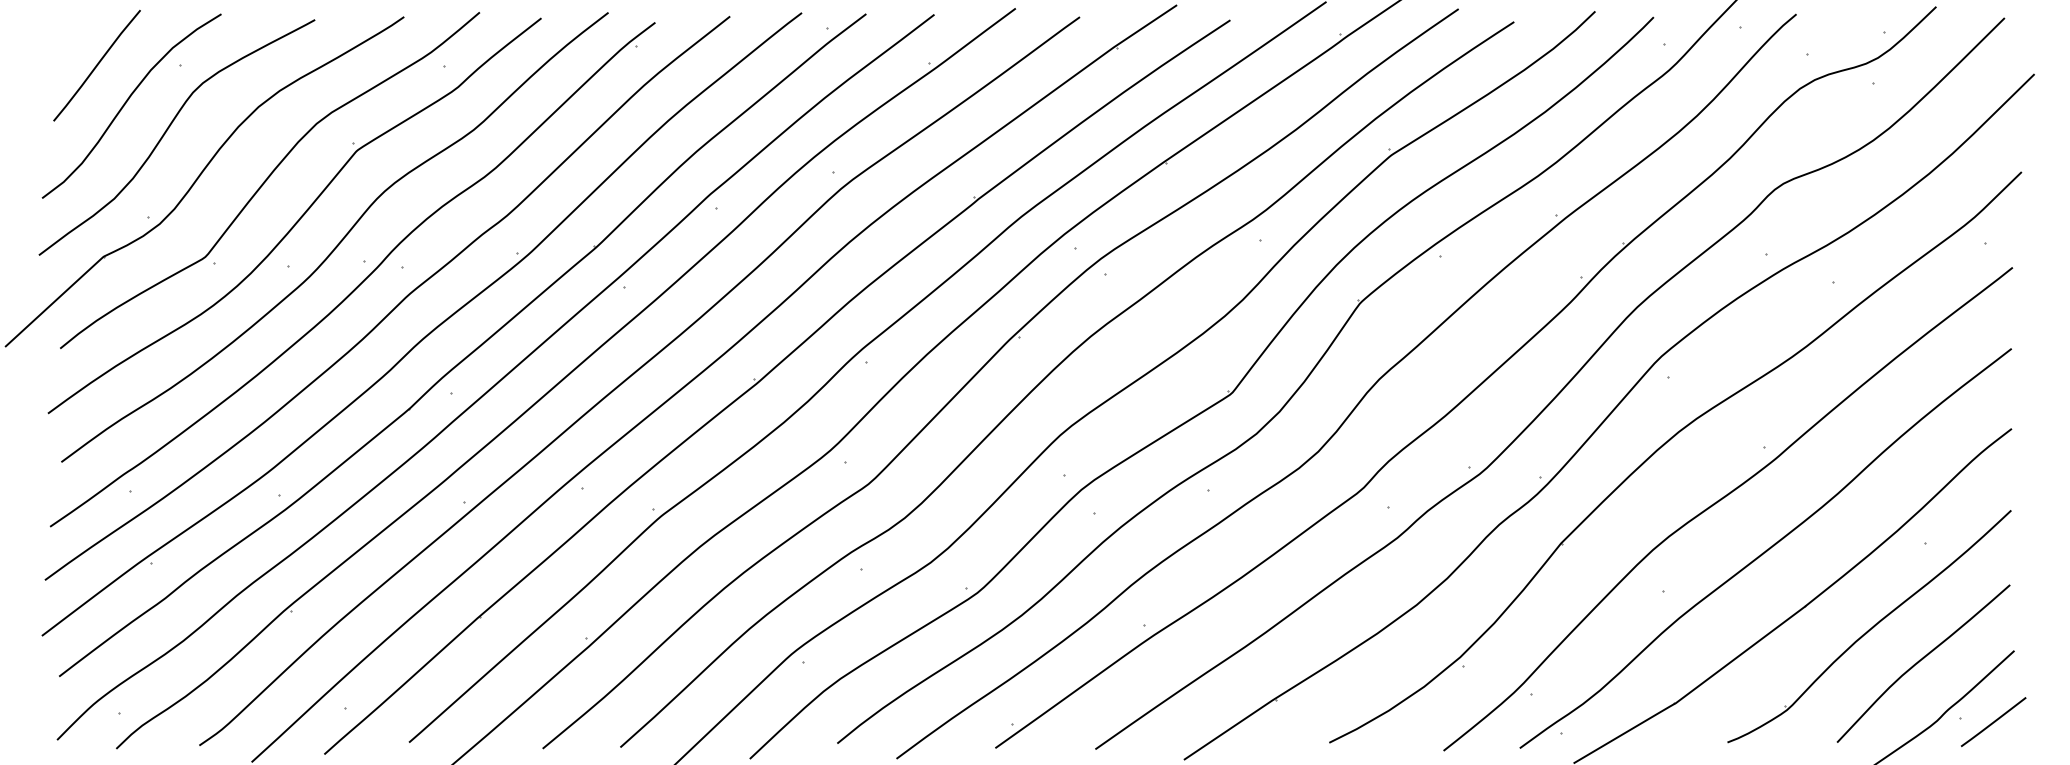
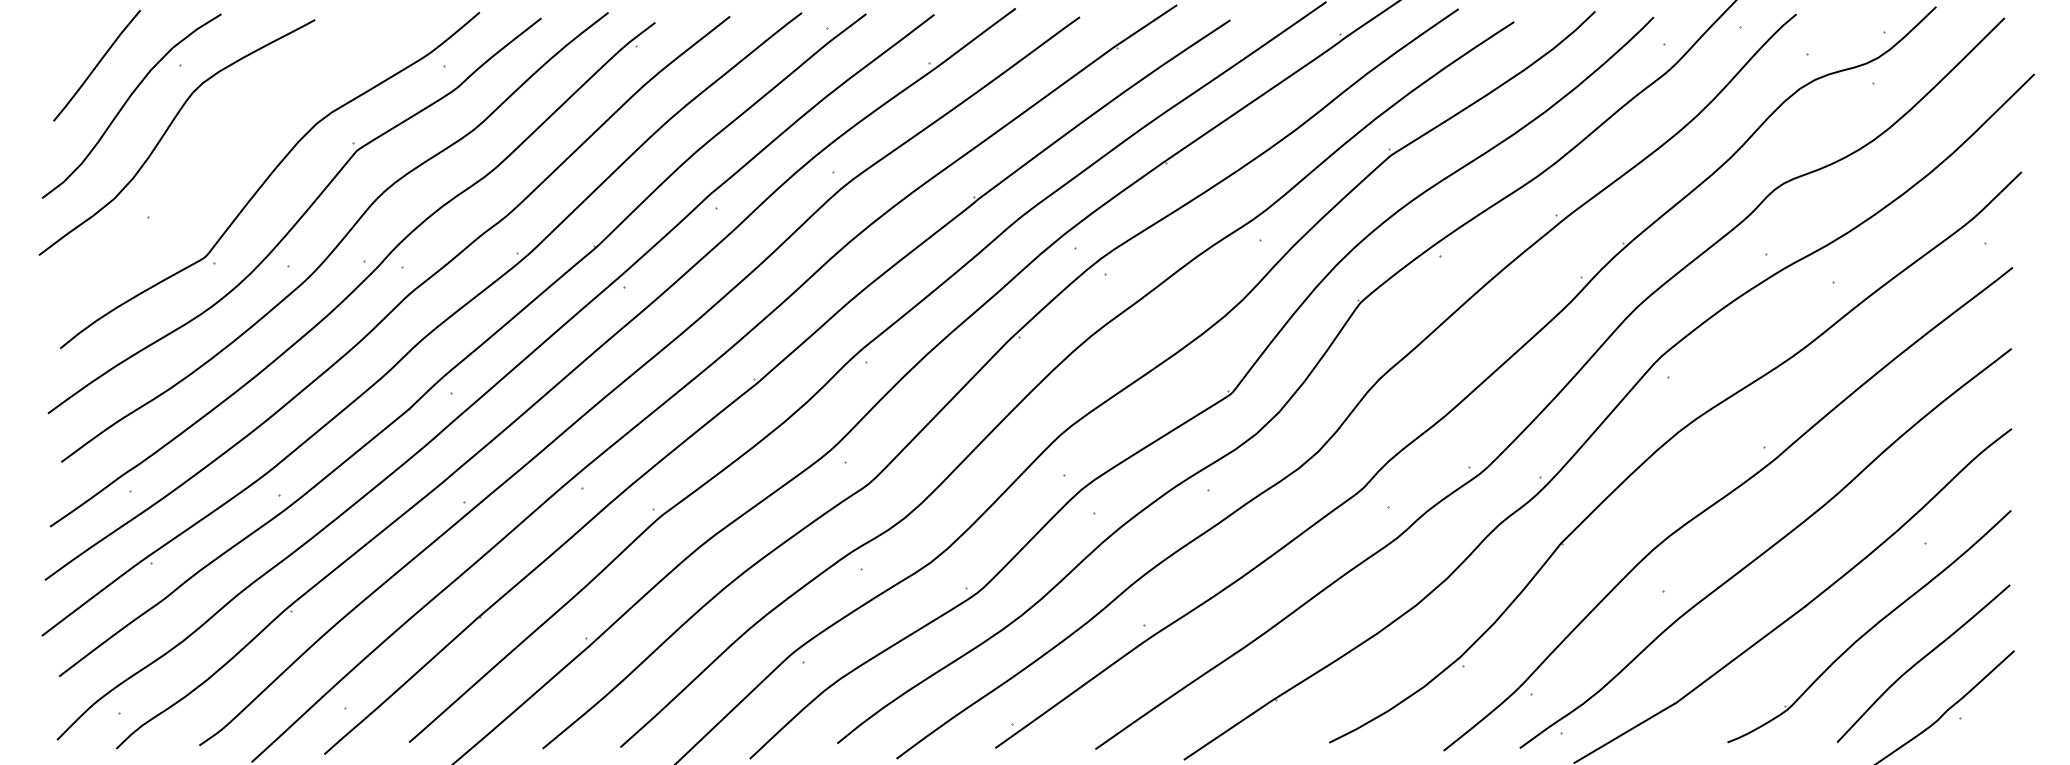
part at (198, 179): present -> none
line at (1993, 722): present -> none
